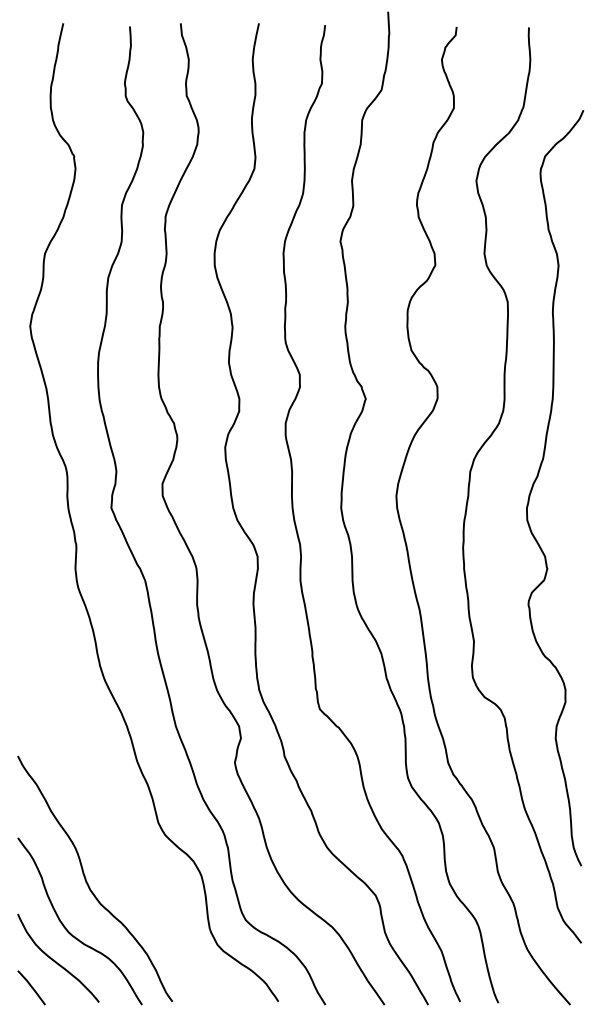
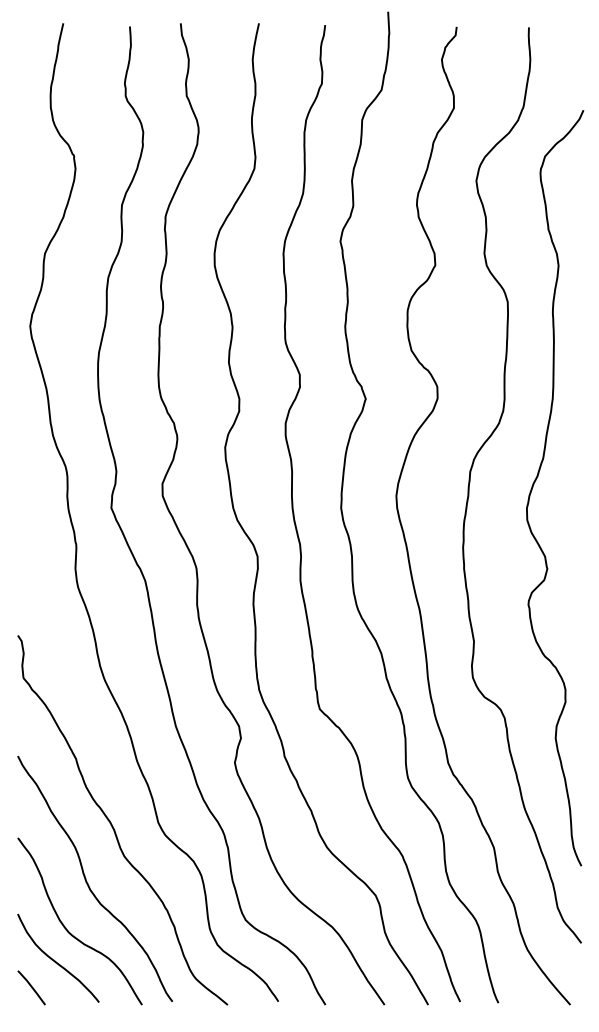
curve at (112, 824): none -> present
